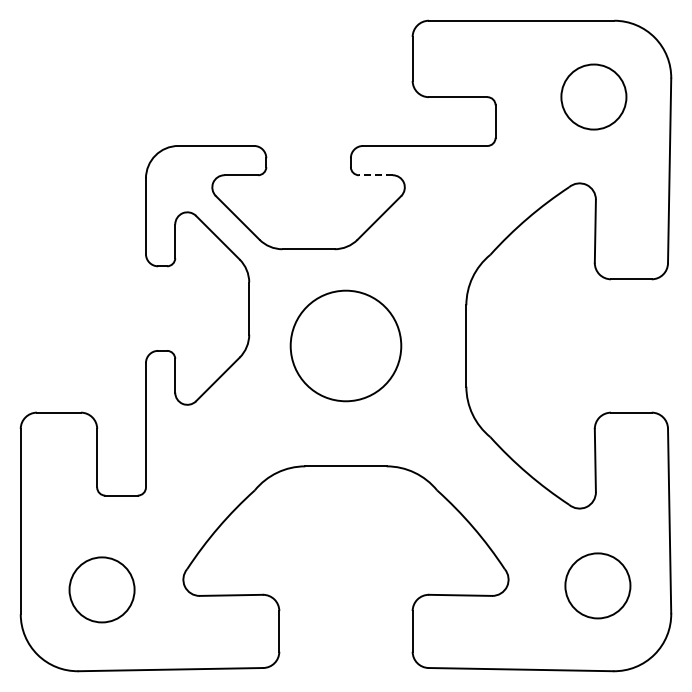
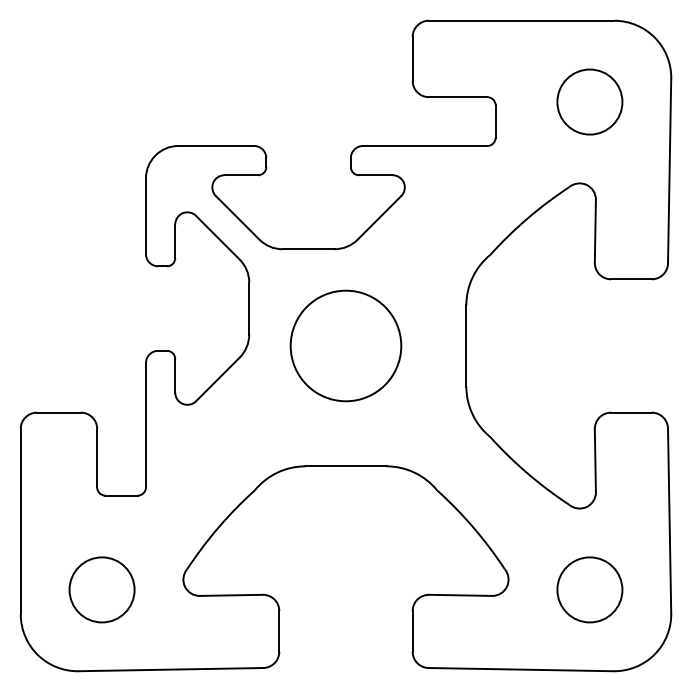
circle at (593, 96) position: (593, 96) -> (589, 101)
line at (375, 175): dashed -> solid
circle at (597, 585) position: (597, 585) -> (589, 589)
